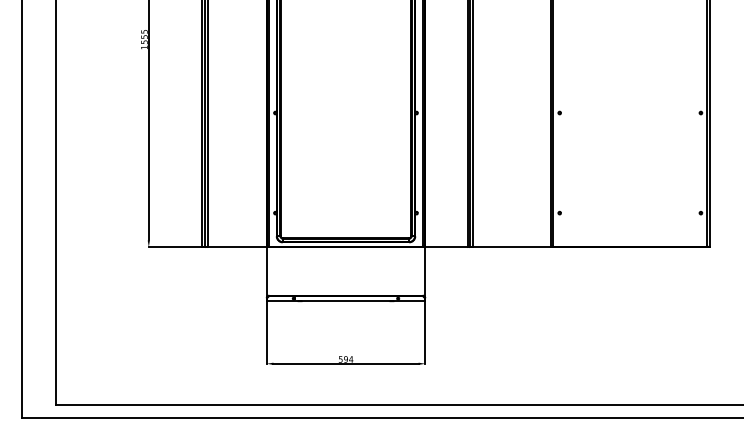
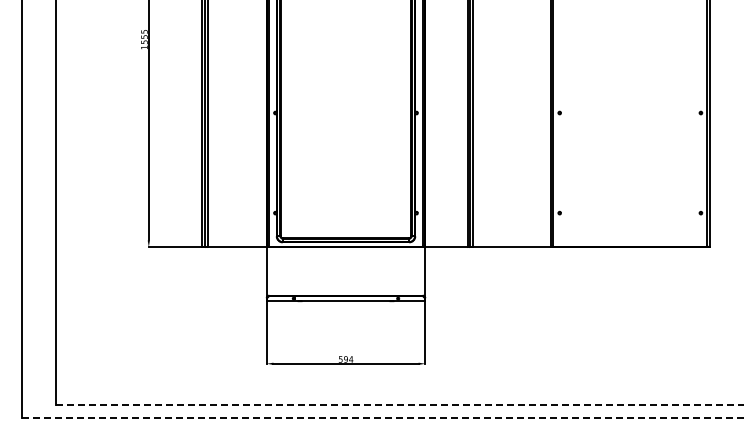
line at (399, 404): solid -> dashed
line at (383, 418): solid -> dashed
